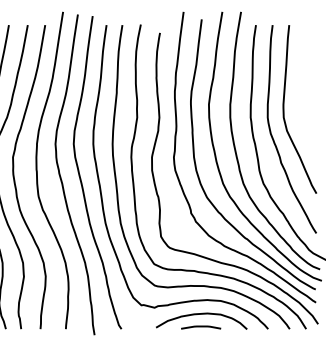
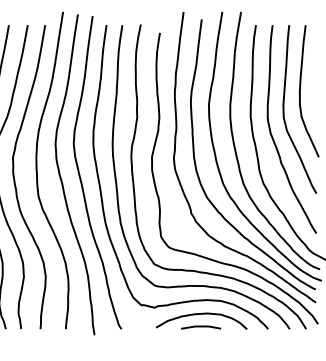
curve at (300, 91): none -> present
